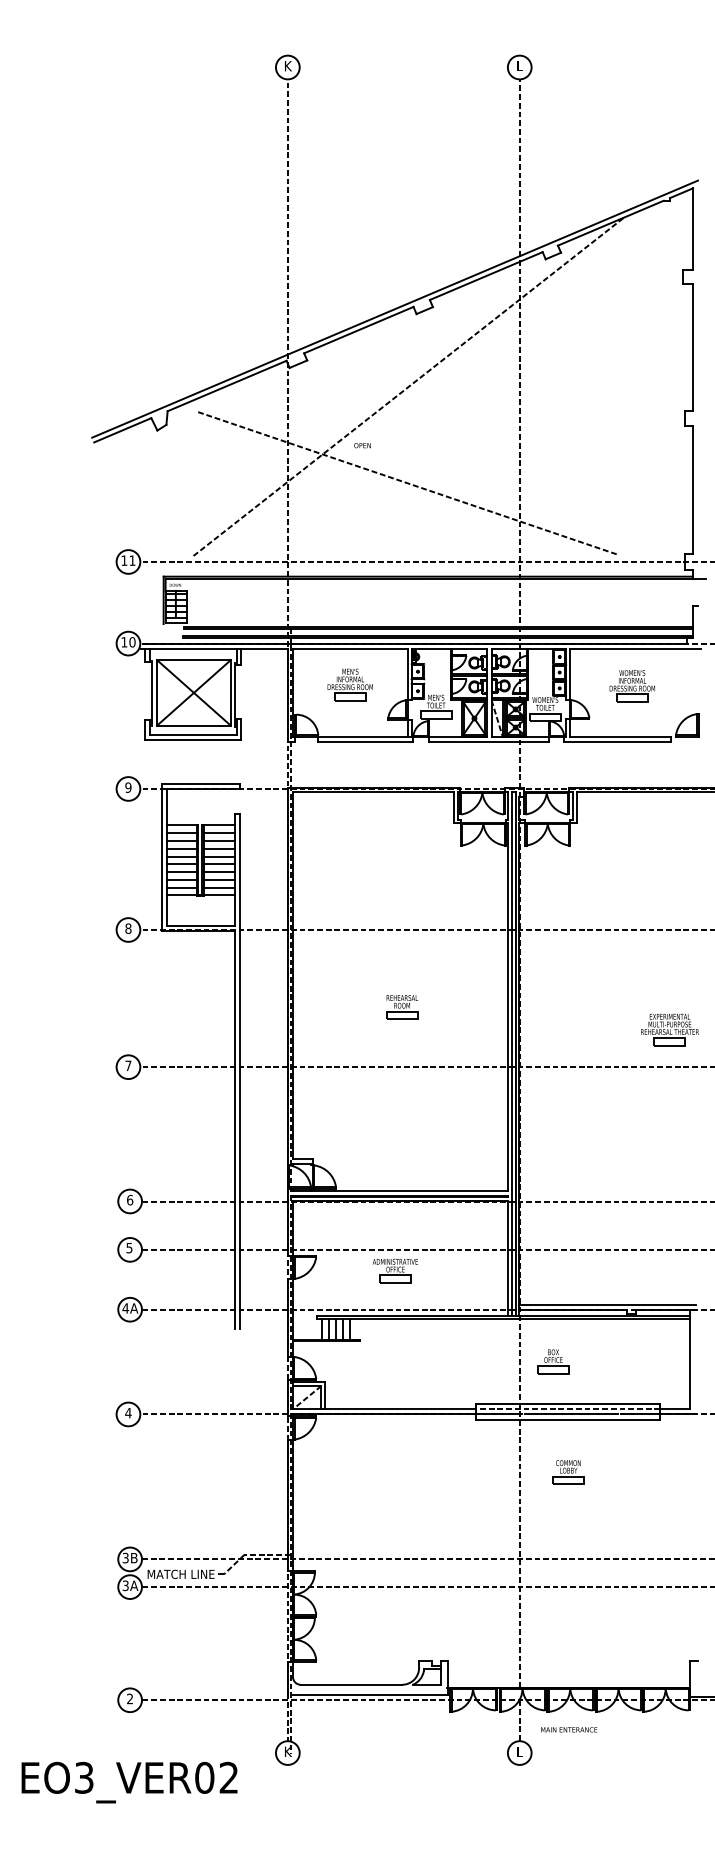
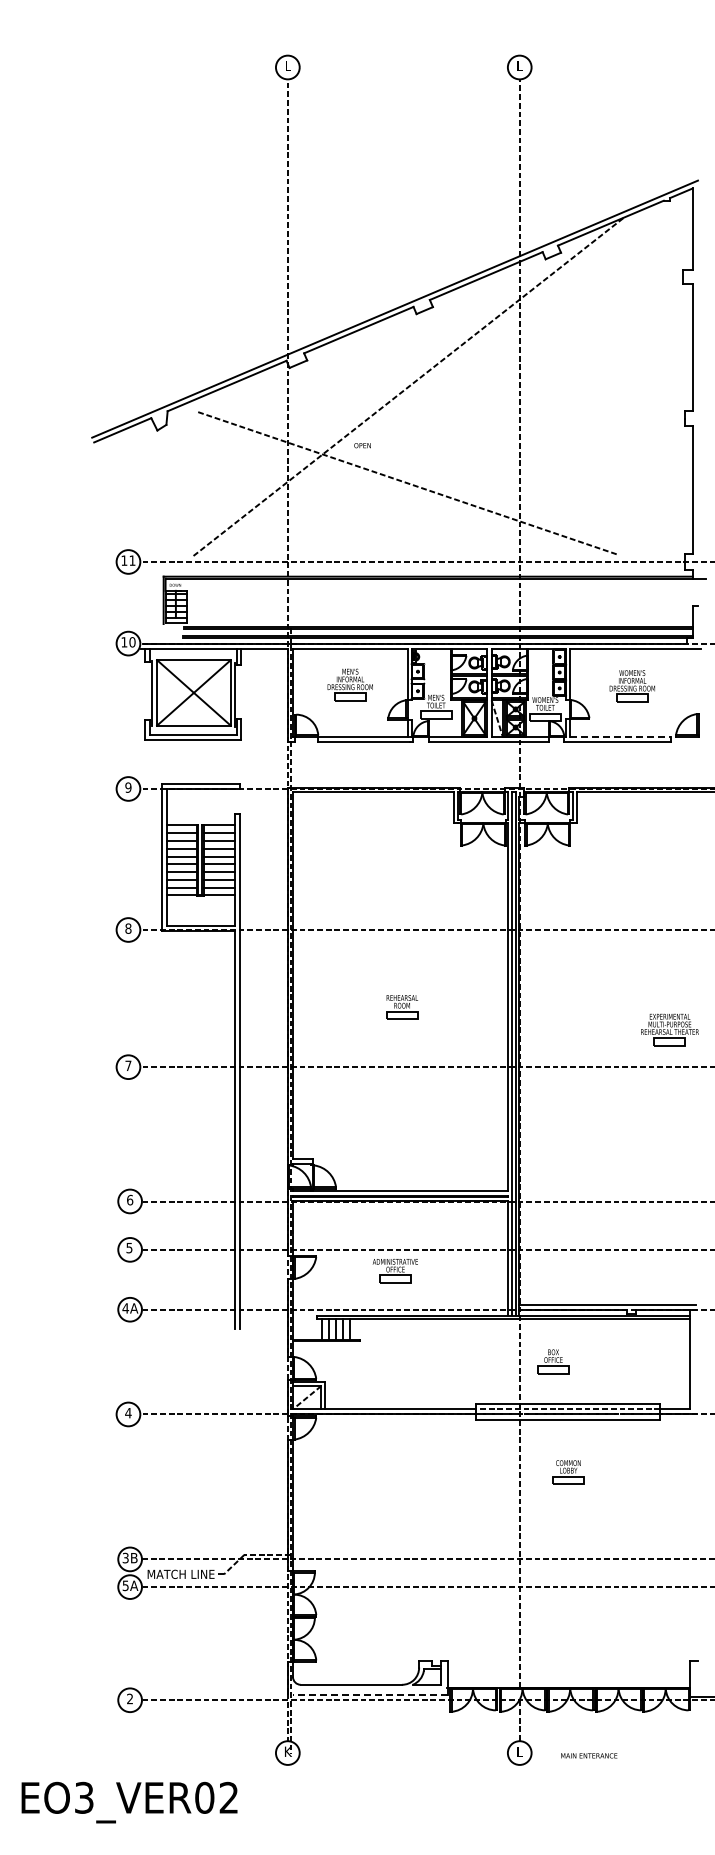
text at (288, 66): K -> L
line at (620, 736): solid -> dashed
text at (125, 1585): 3A -> 5A
line at (370, 1695): solid -> dashed
text at (569, 1729) position: (569, 1729) -> (589, 1755)
text at (129, 1782) position: (129, 1782) -> (129, 1802)
